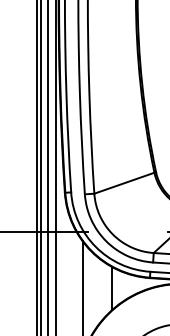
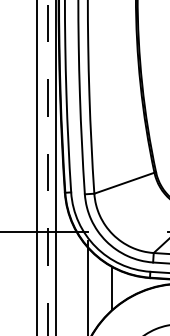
line at (40, 167): present -> none
line at (47, 167): solid -> dashed
line at (82, 286) position: (82, 286) -> (87, 286)
